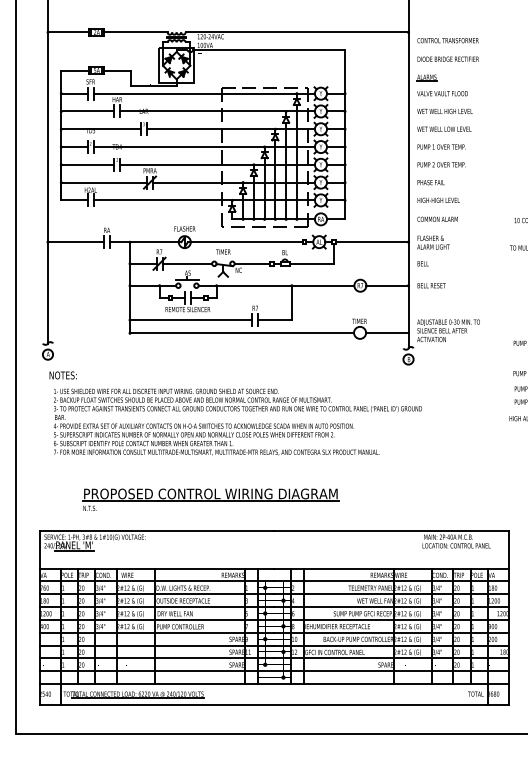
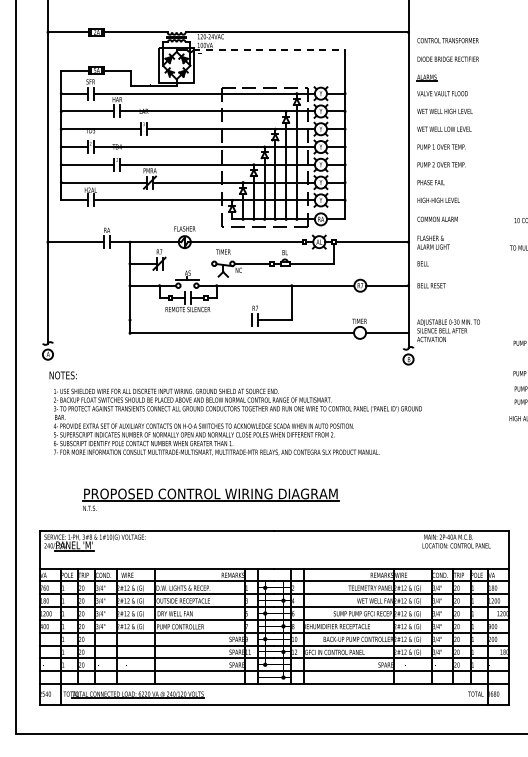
line at (269, 50): solid -> dashed
line at (187, 263): present -> none
line at (191, 320): present -> none
